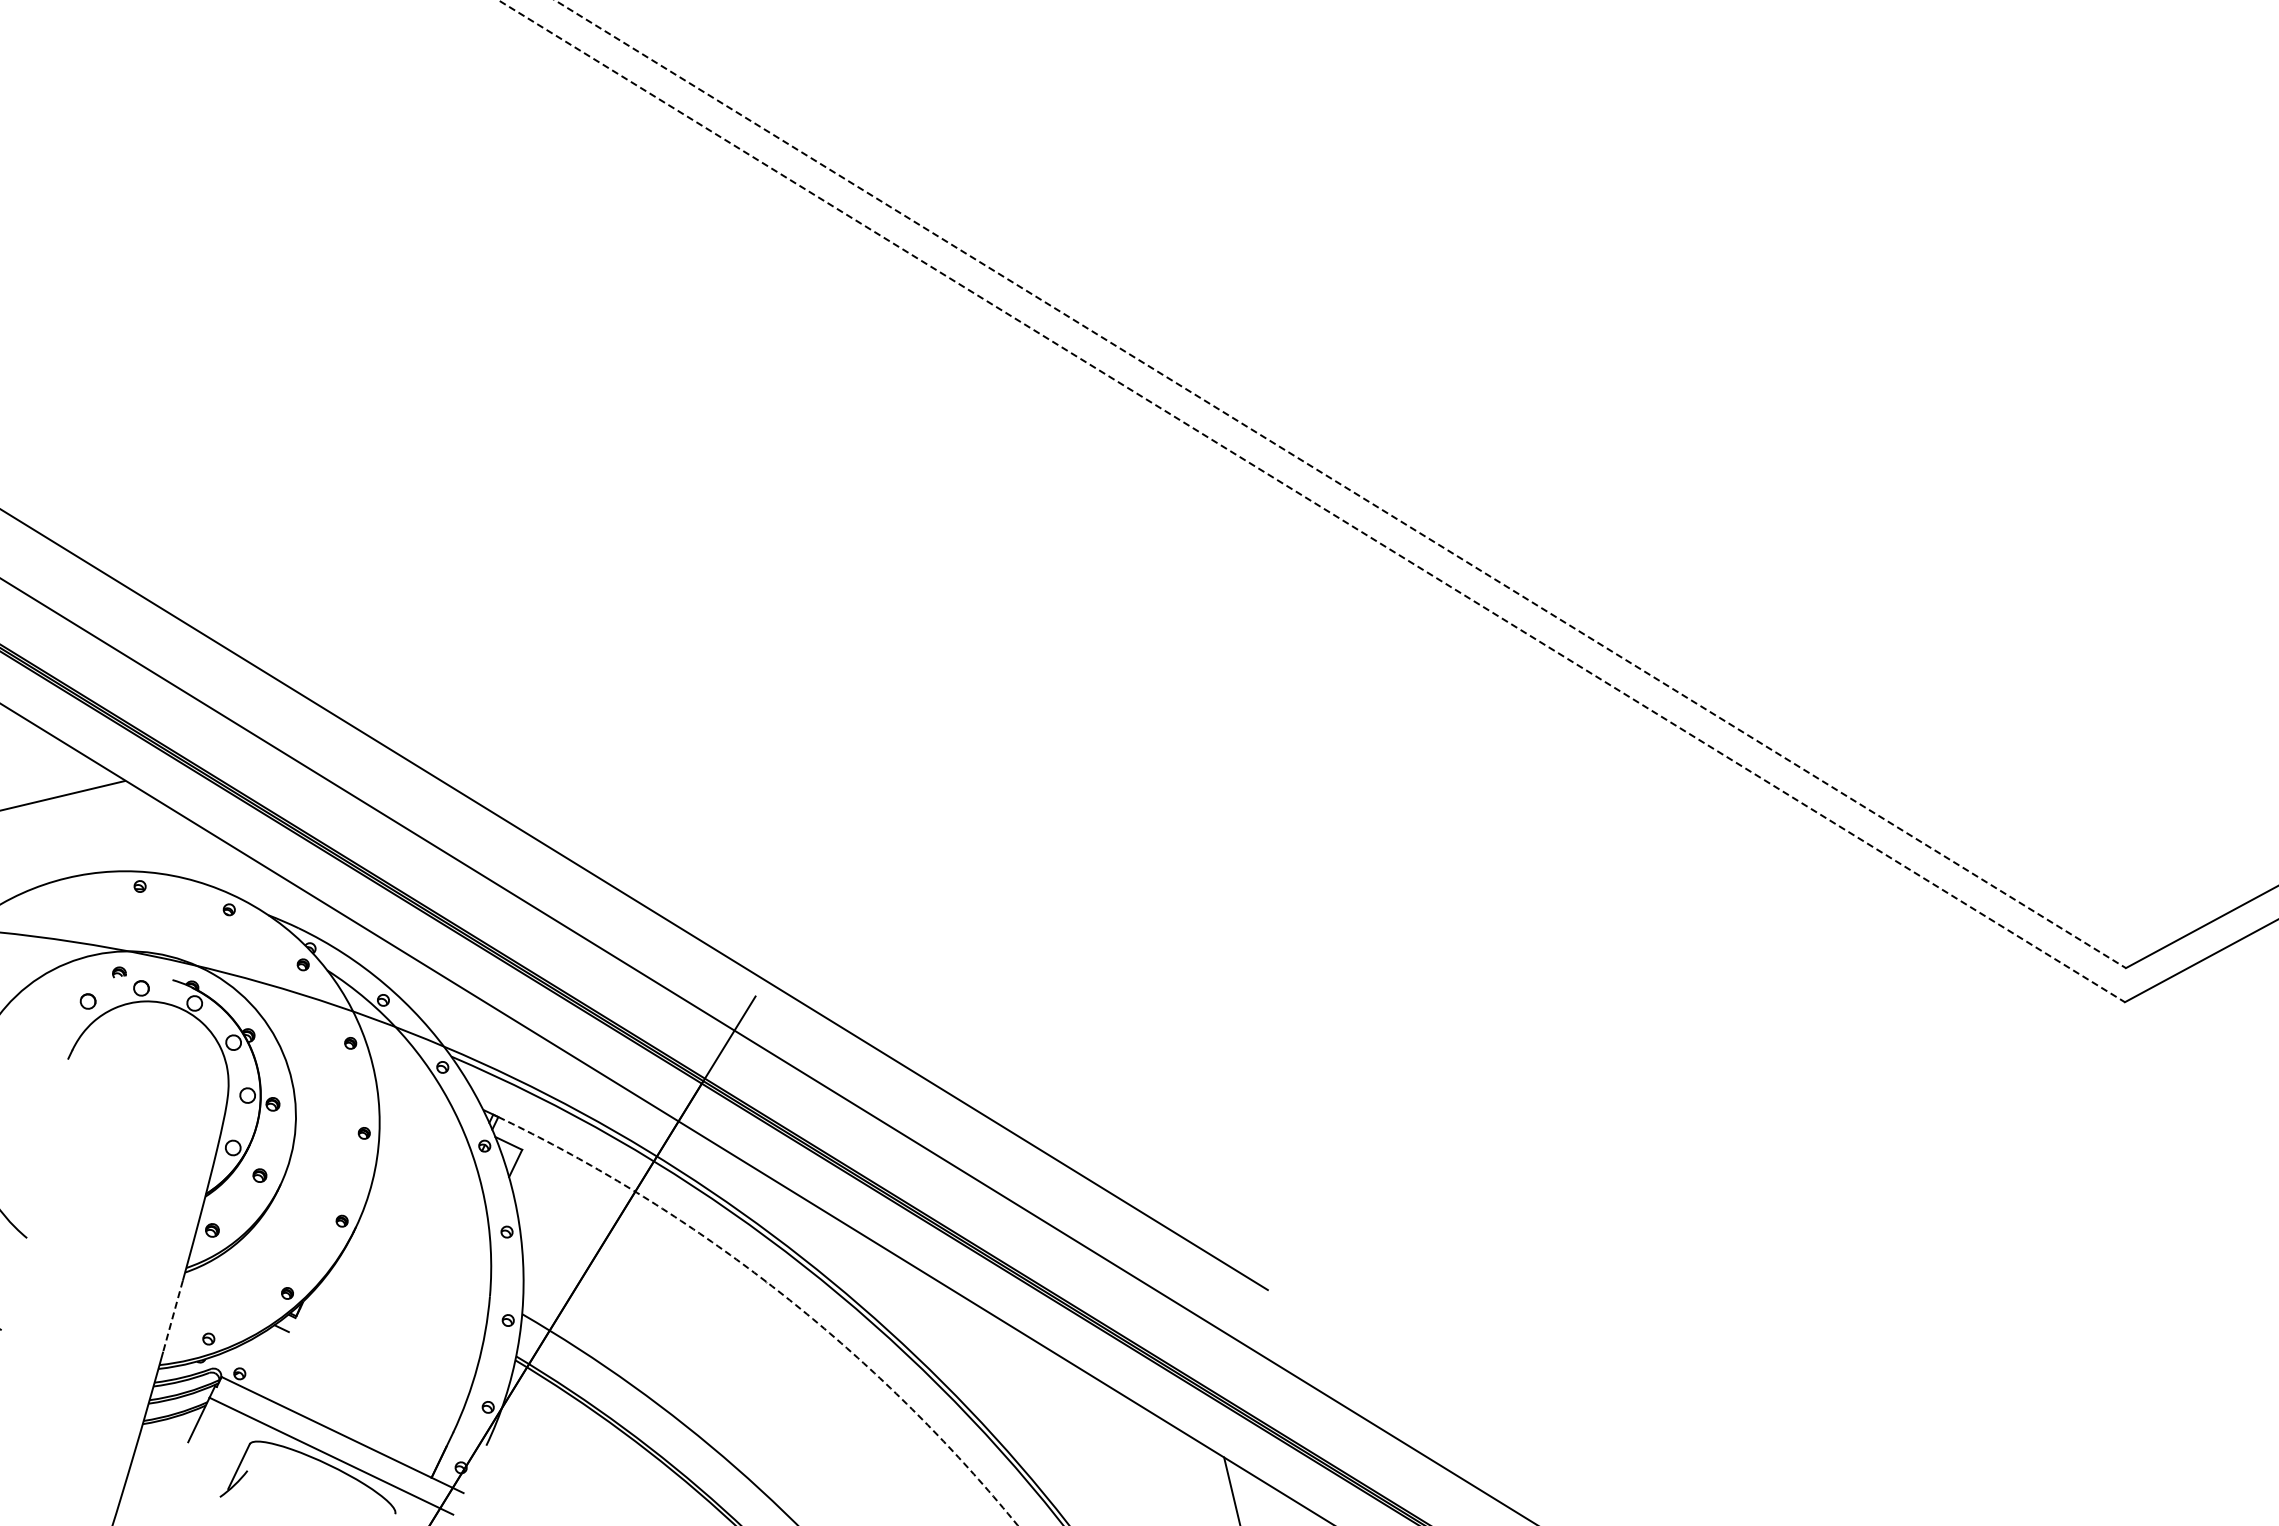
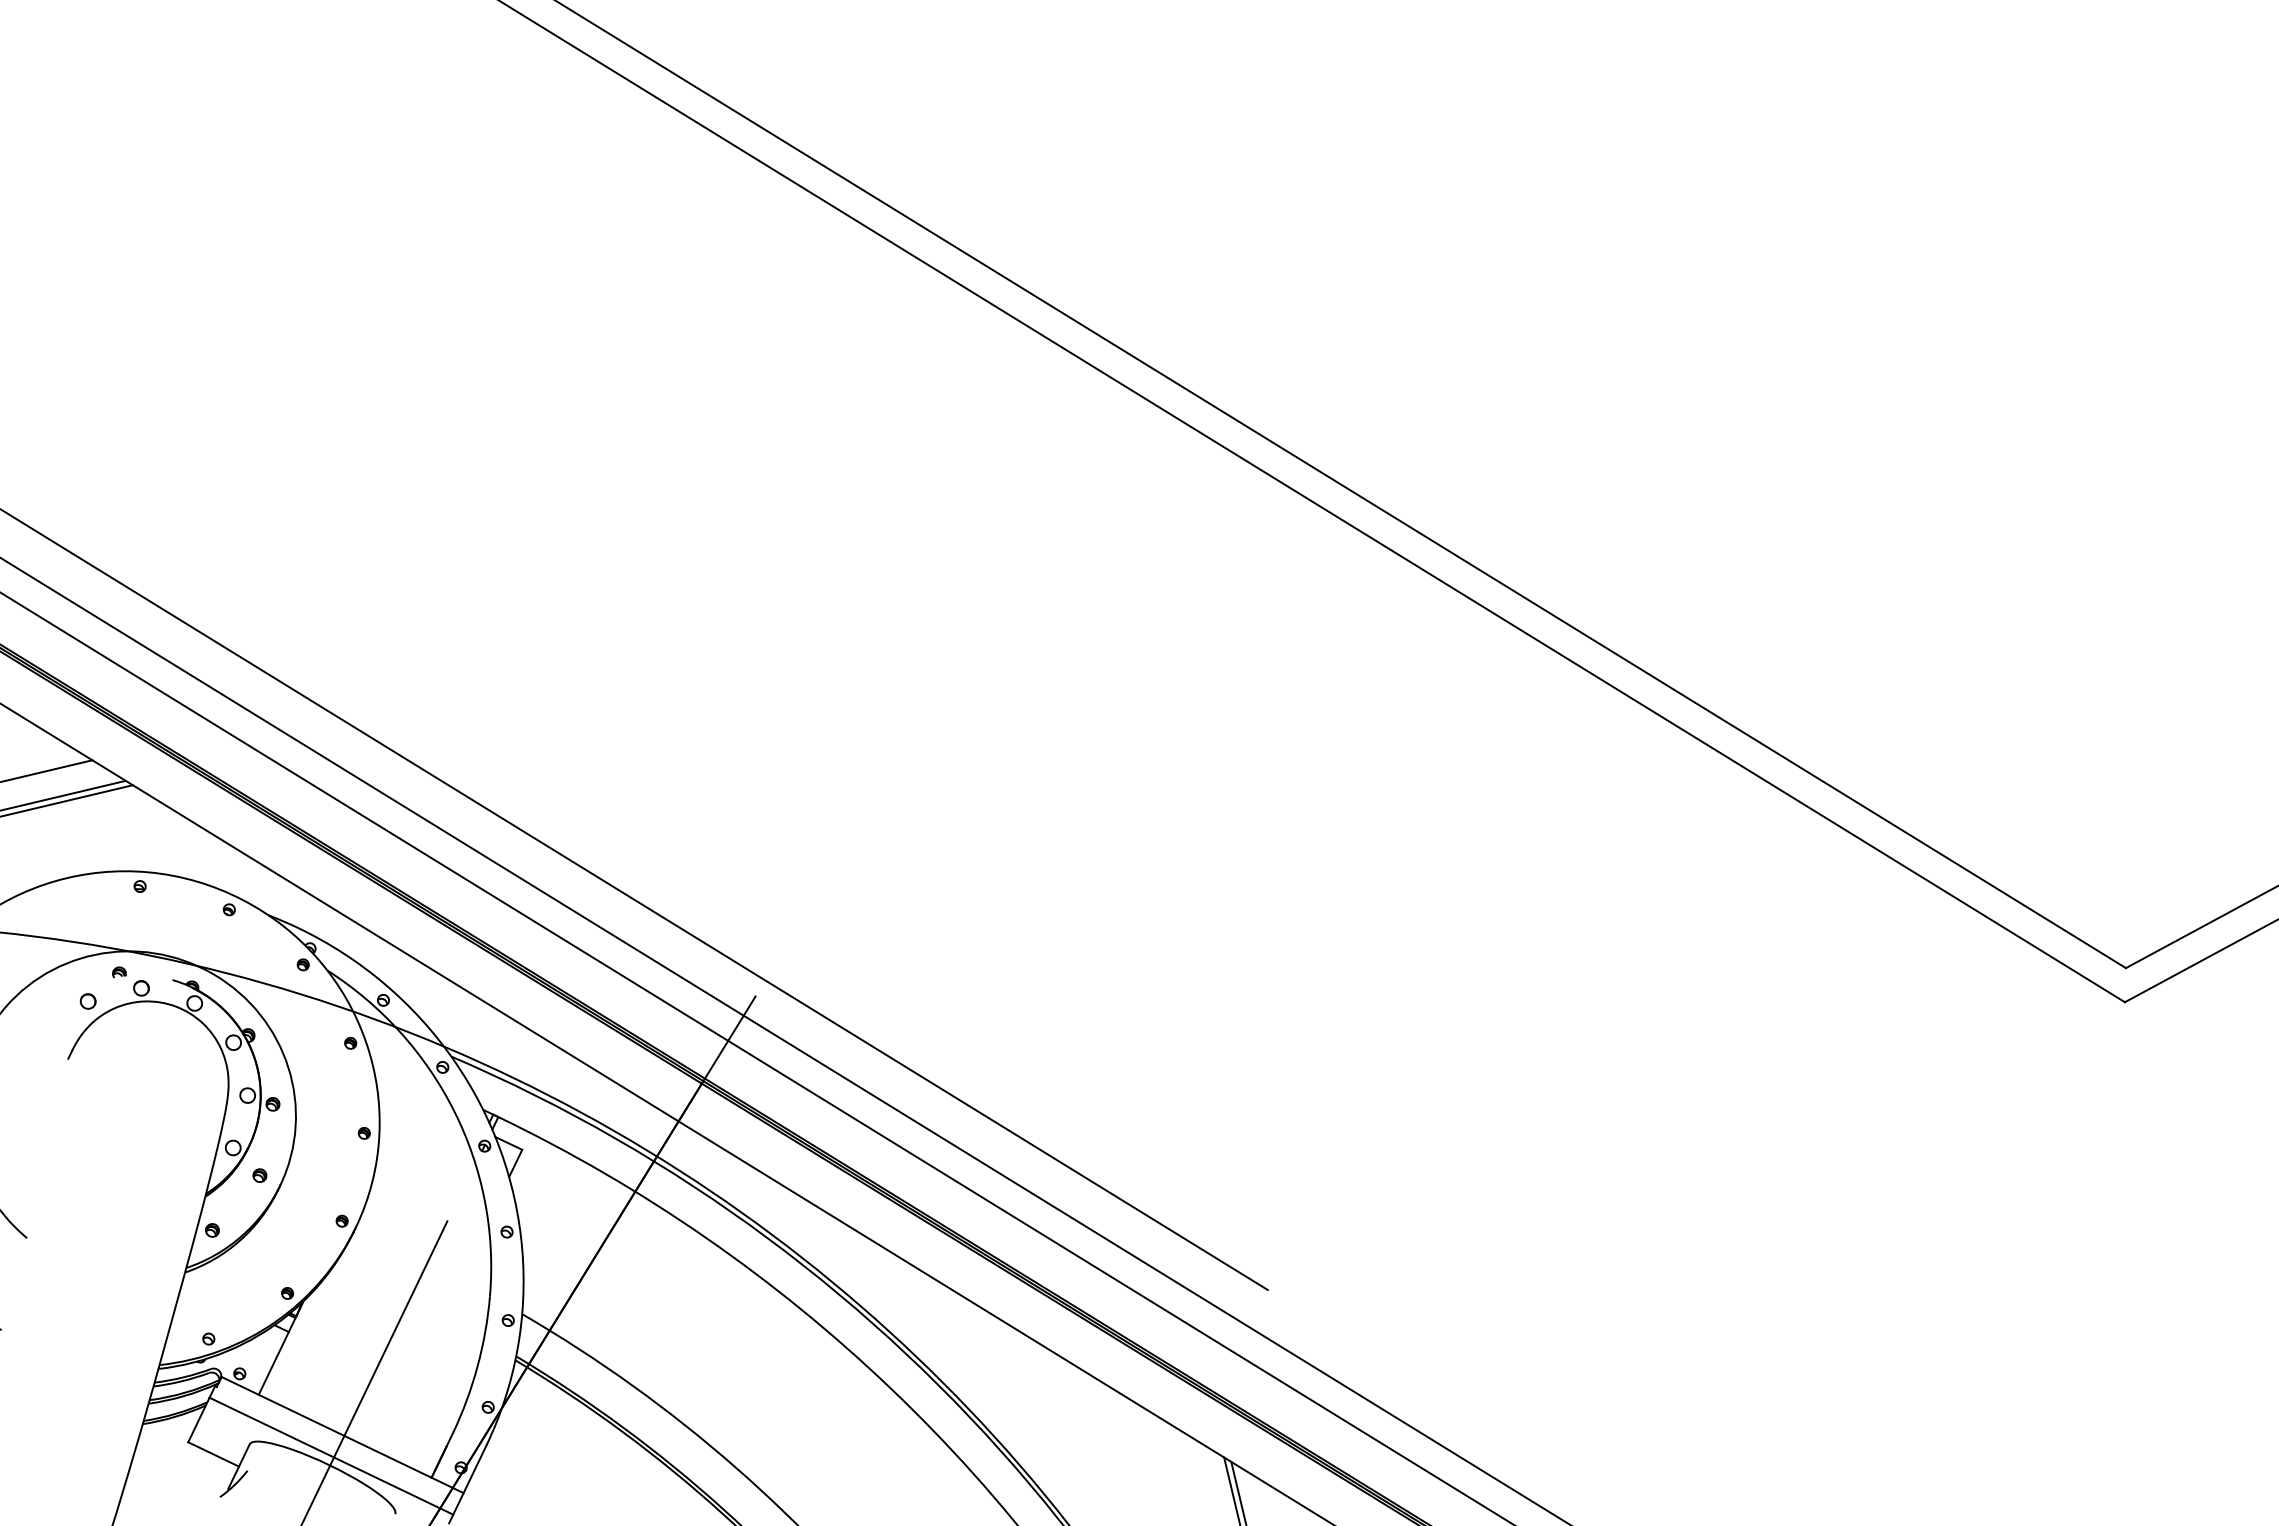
line at (1341, 484): dashed -> solid
line at (1311, 501): dashed -> solid
line at (47, 770): none -> present
line at (67, 800): none -> present
line at (767, 1050) position: (767, 1050) -> (784, 1040)
line at (756, 1057): none -> present
arc at (779, 1292): dashed -> solid
line at (173, 1316): dashed -> solid
line at (276, 1356): none -> present
line at (374, 1371): none -> present
line at (213, 1454): none -> present
line at (467, 1483): none -> present
line at (1238, 1491): none -> present
